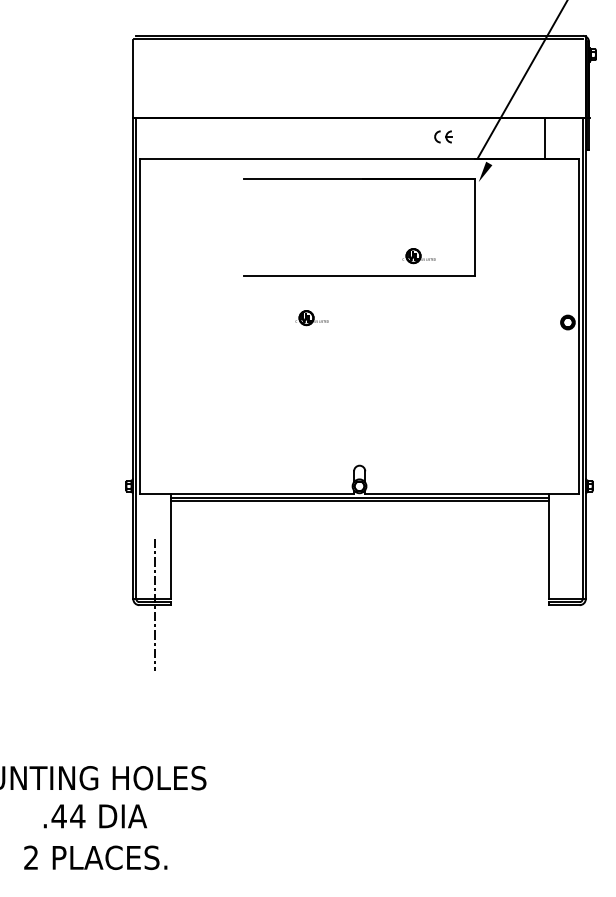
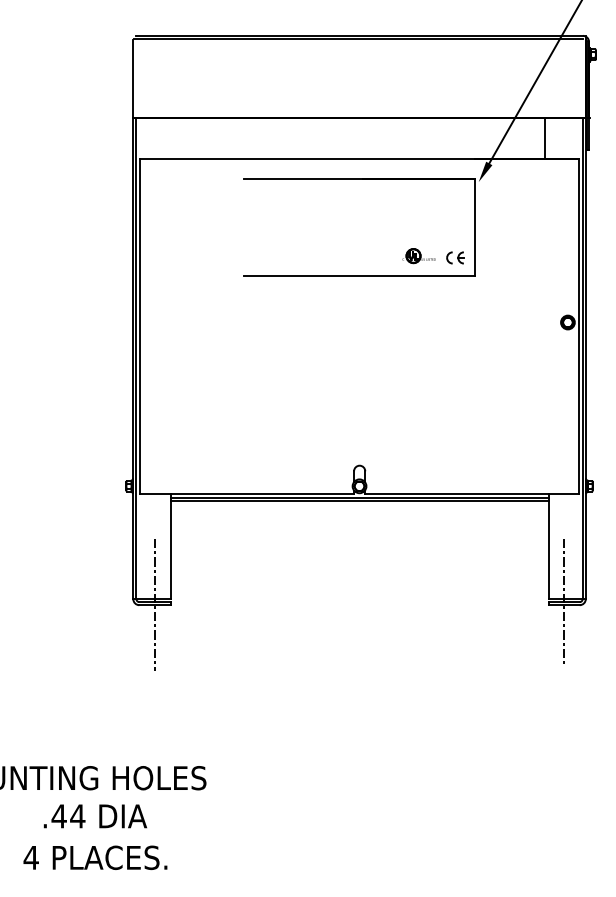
line at (522, 79) position: (522, 79) -> (534, 82)
part at (443, 136) position: (443, 136) -> (455, 257)
part at (311, 318): present -> none
line at (563, 601): none -> present
text at (30, 857): 2 -> 4
